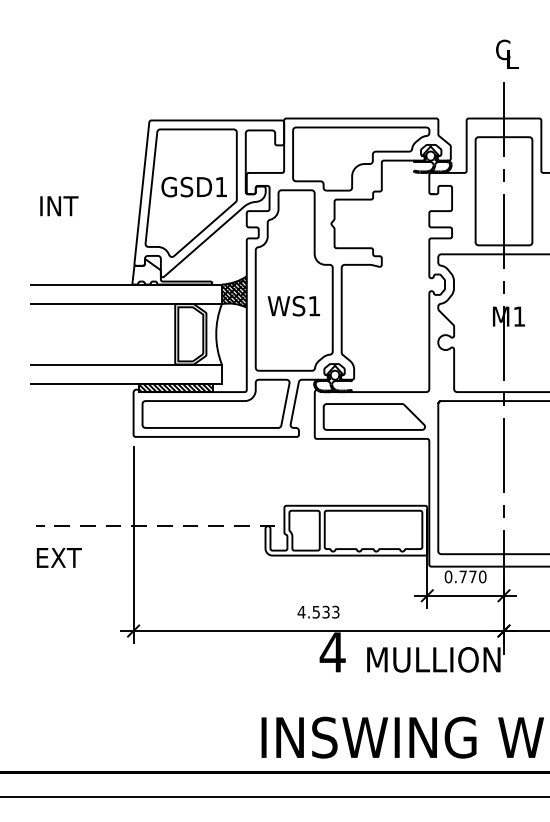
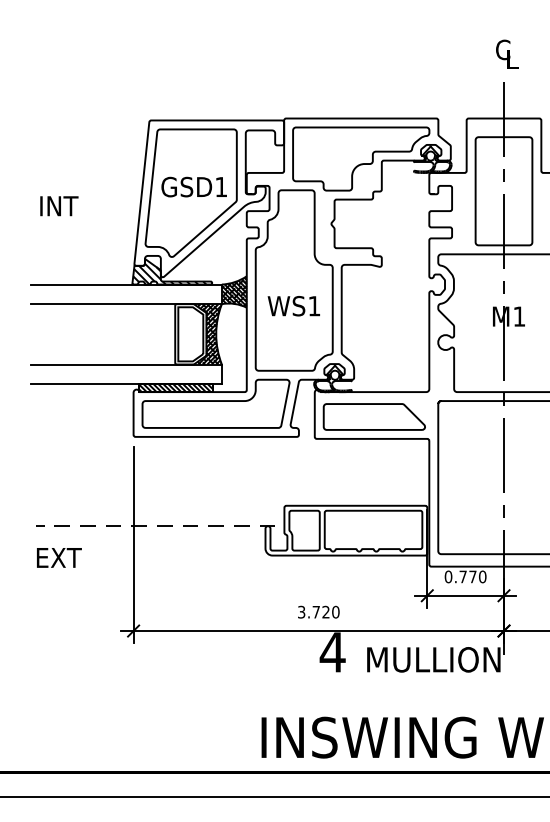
hatch at (169, 273): none -> present
hatch at (207, 334): none -> present
text at (318, 611): 4.533 -> 3.720
